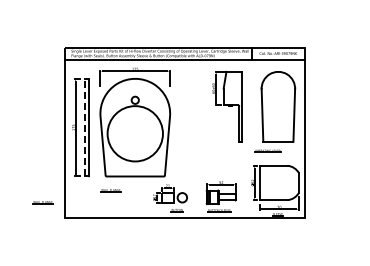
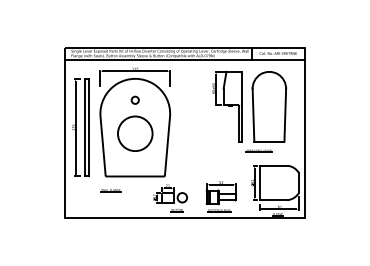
part at (275, 111) position: (275, 111) -> (266, 111)
line at (84, 127): dashed -> solid
circle at (134, 133) diameter: 55 px -> 35 px
line at (42, 202): present -> none
